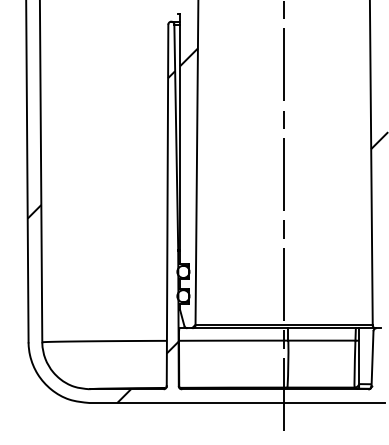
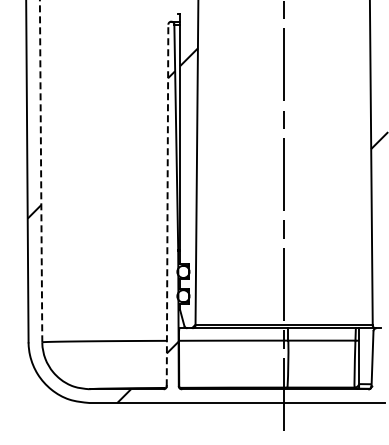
line at (41, 171): solid -> dashed
line at (167, 205): solid -> dashed
